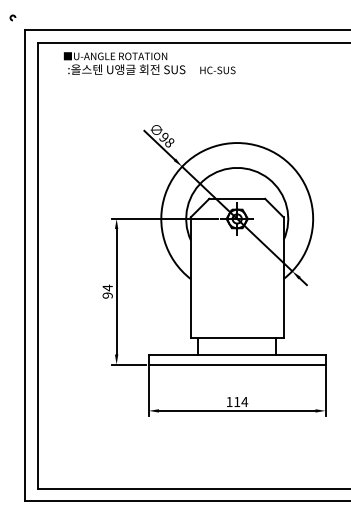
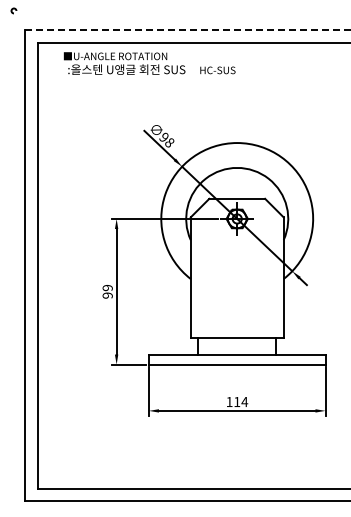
arc at (12, 16) position: (12, 16) -> (13, 9)
line at (188, 30): solid -> dashed
text at (107, 287): 94 -> 99
